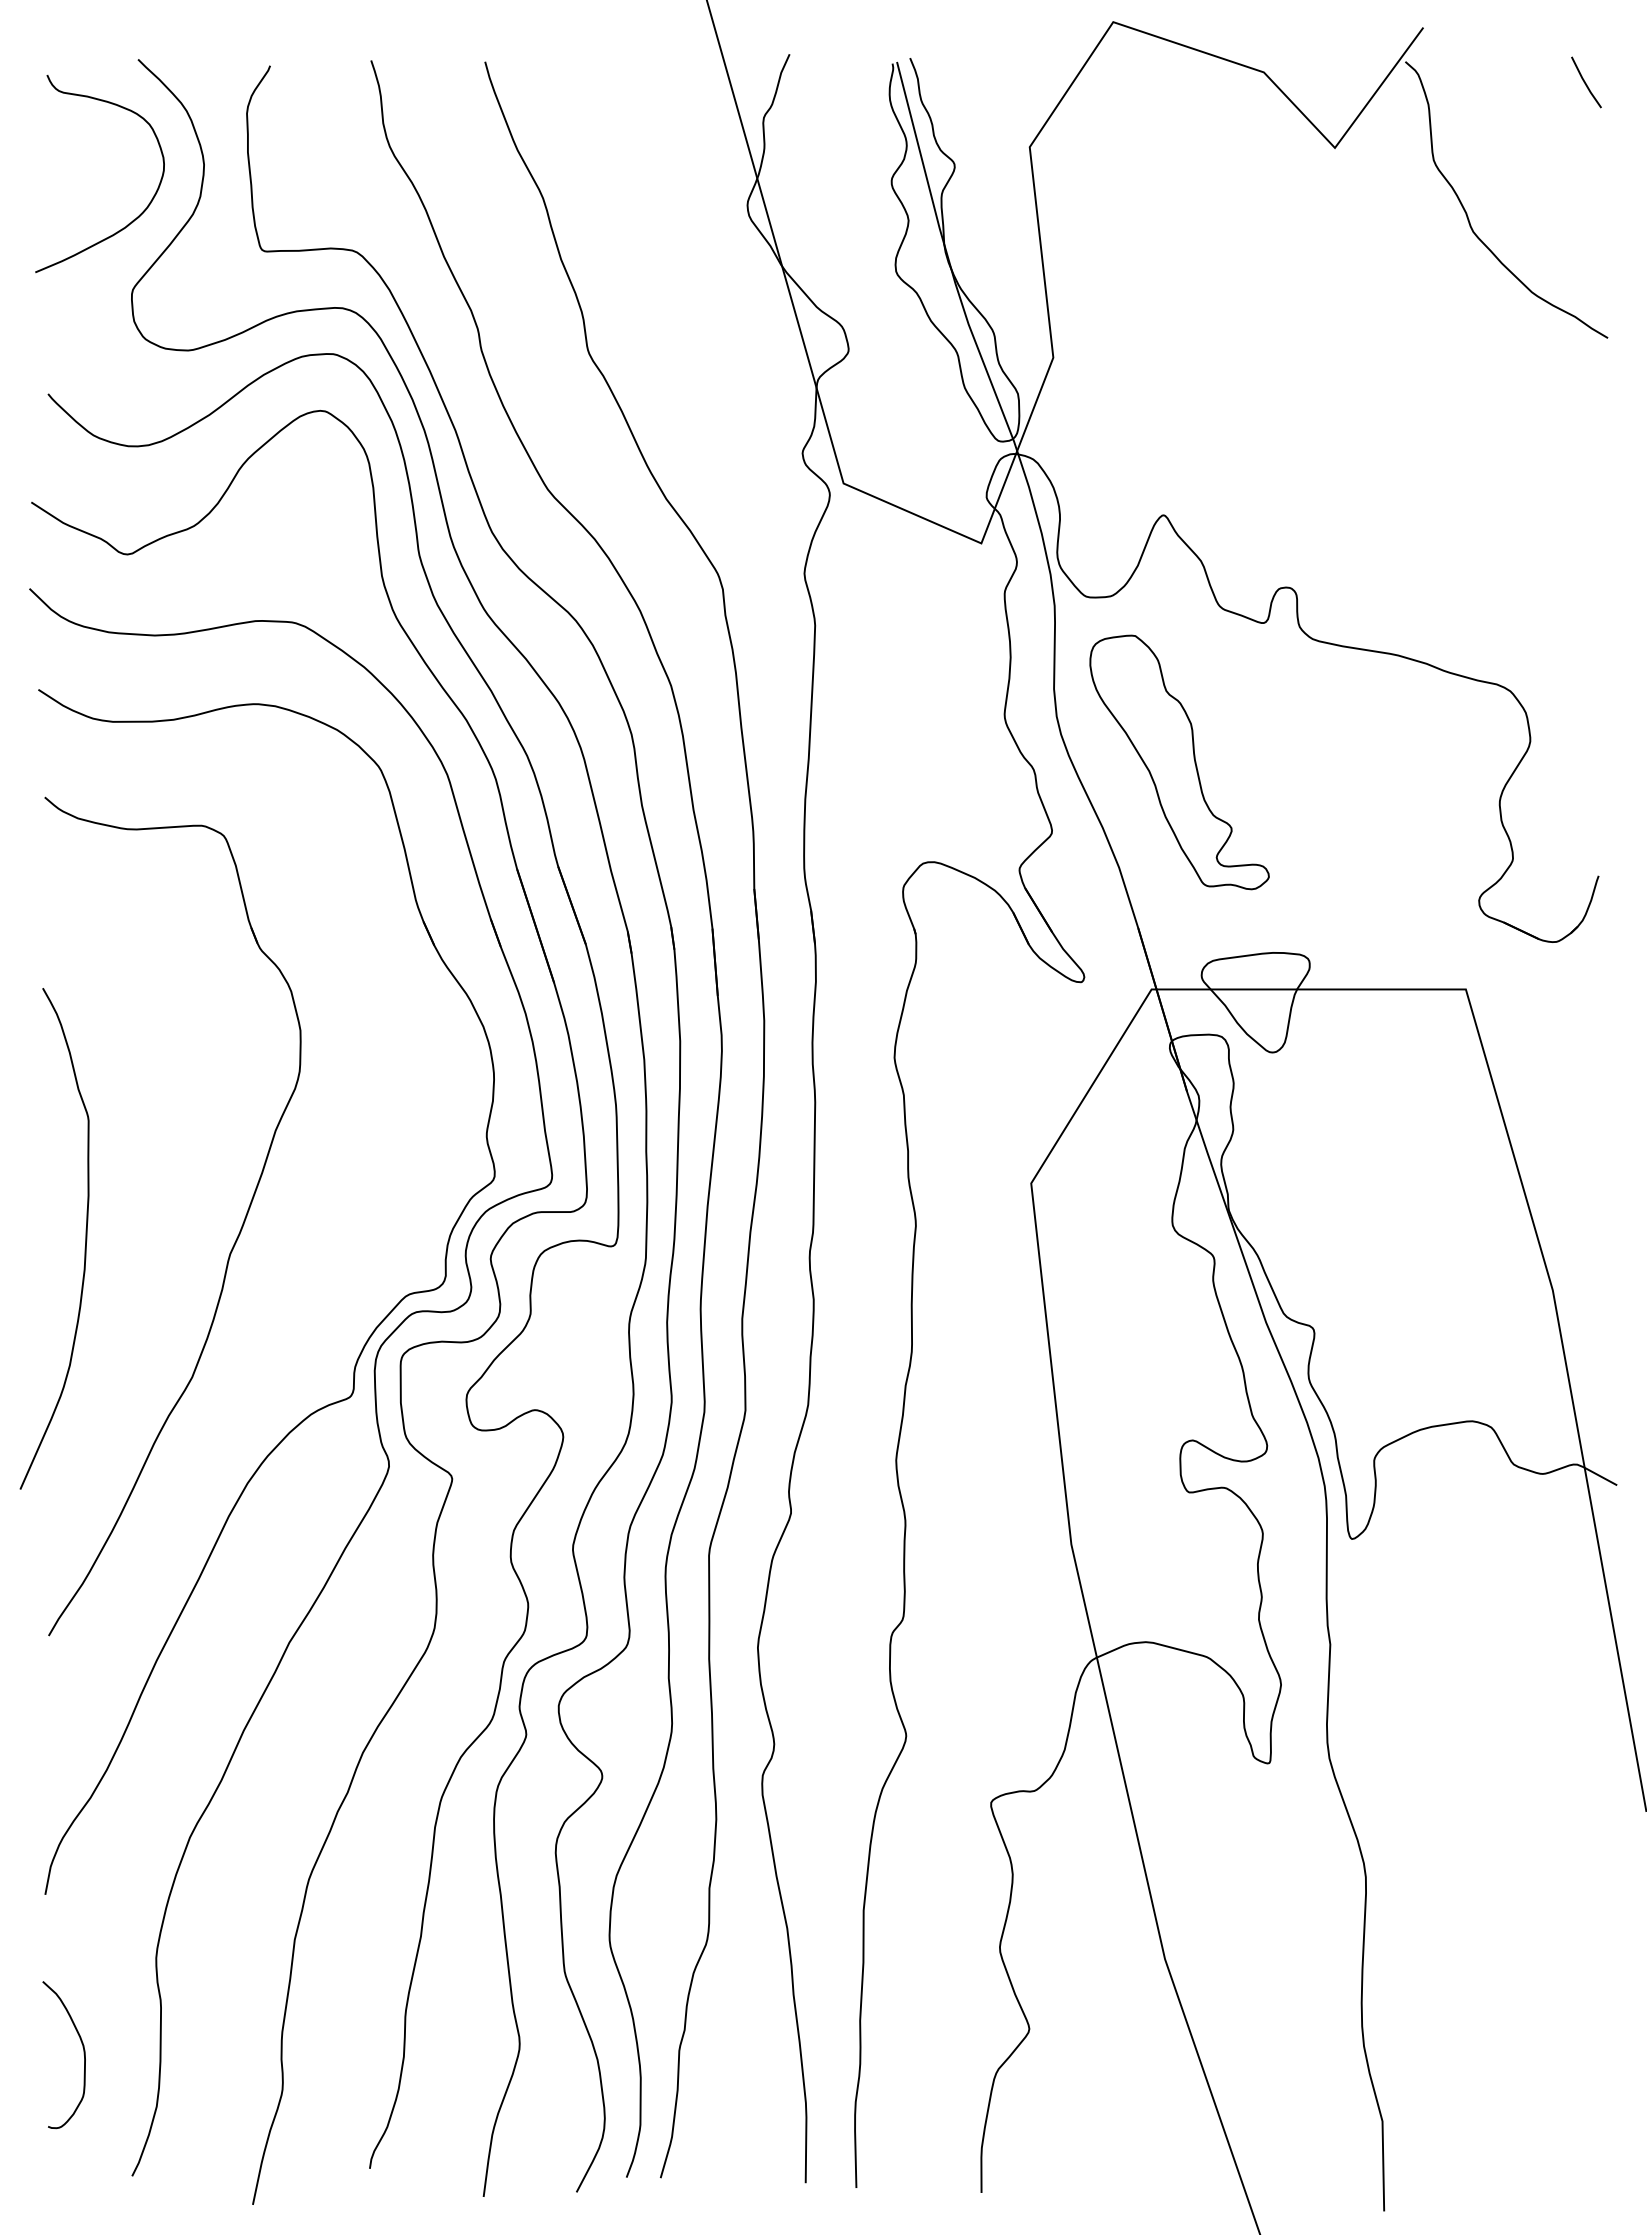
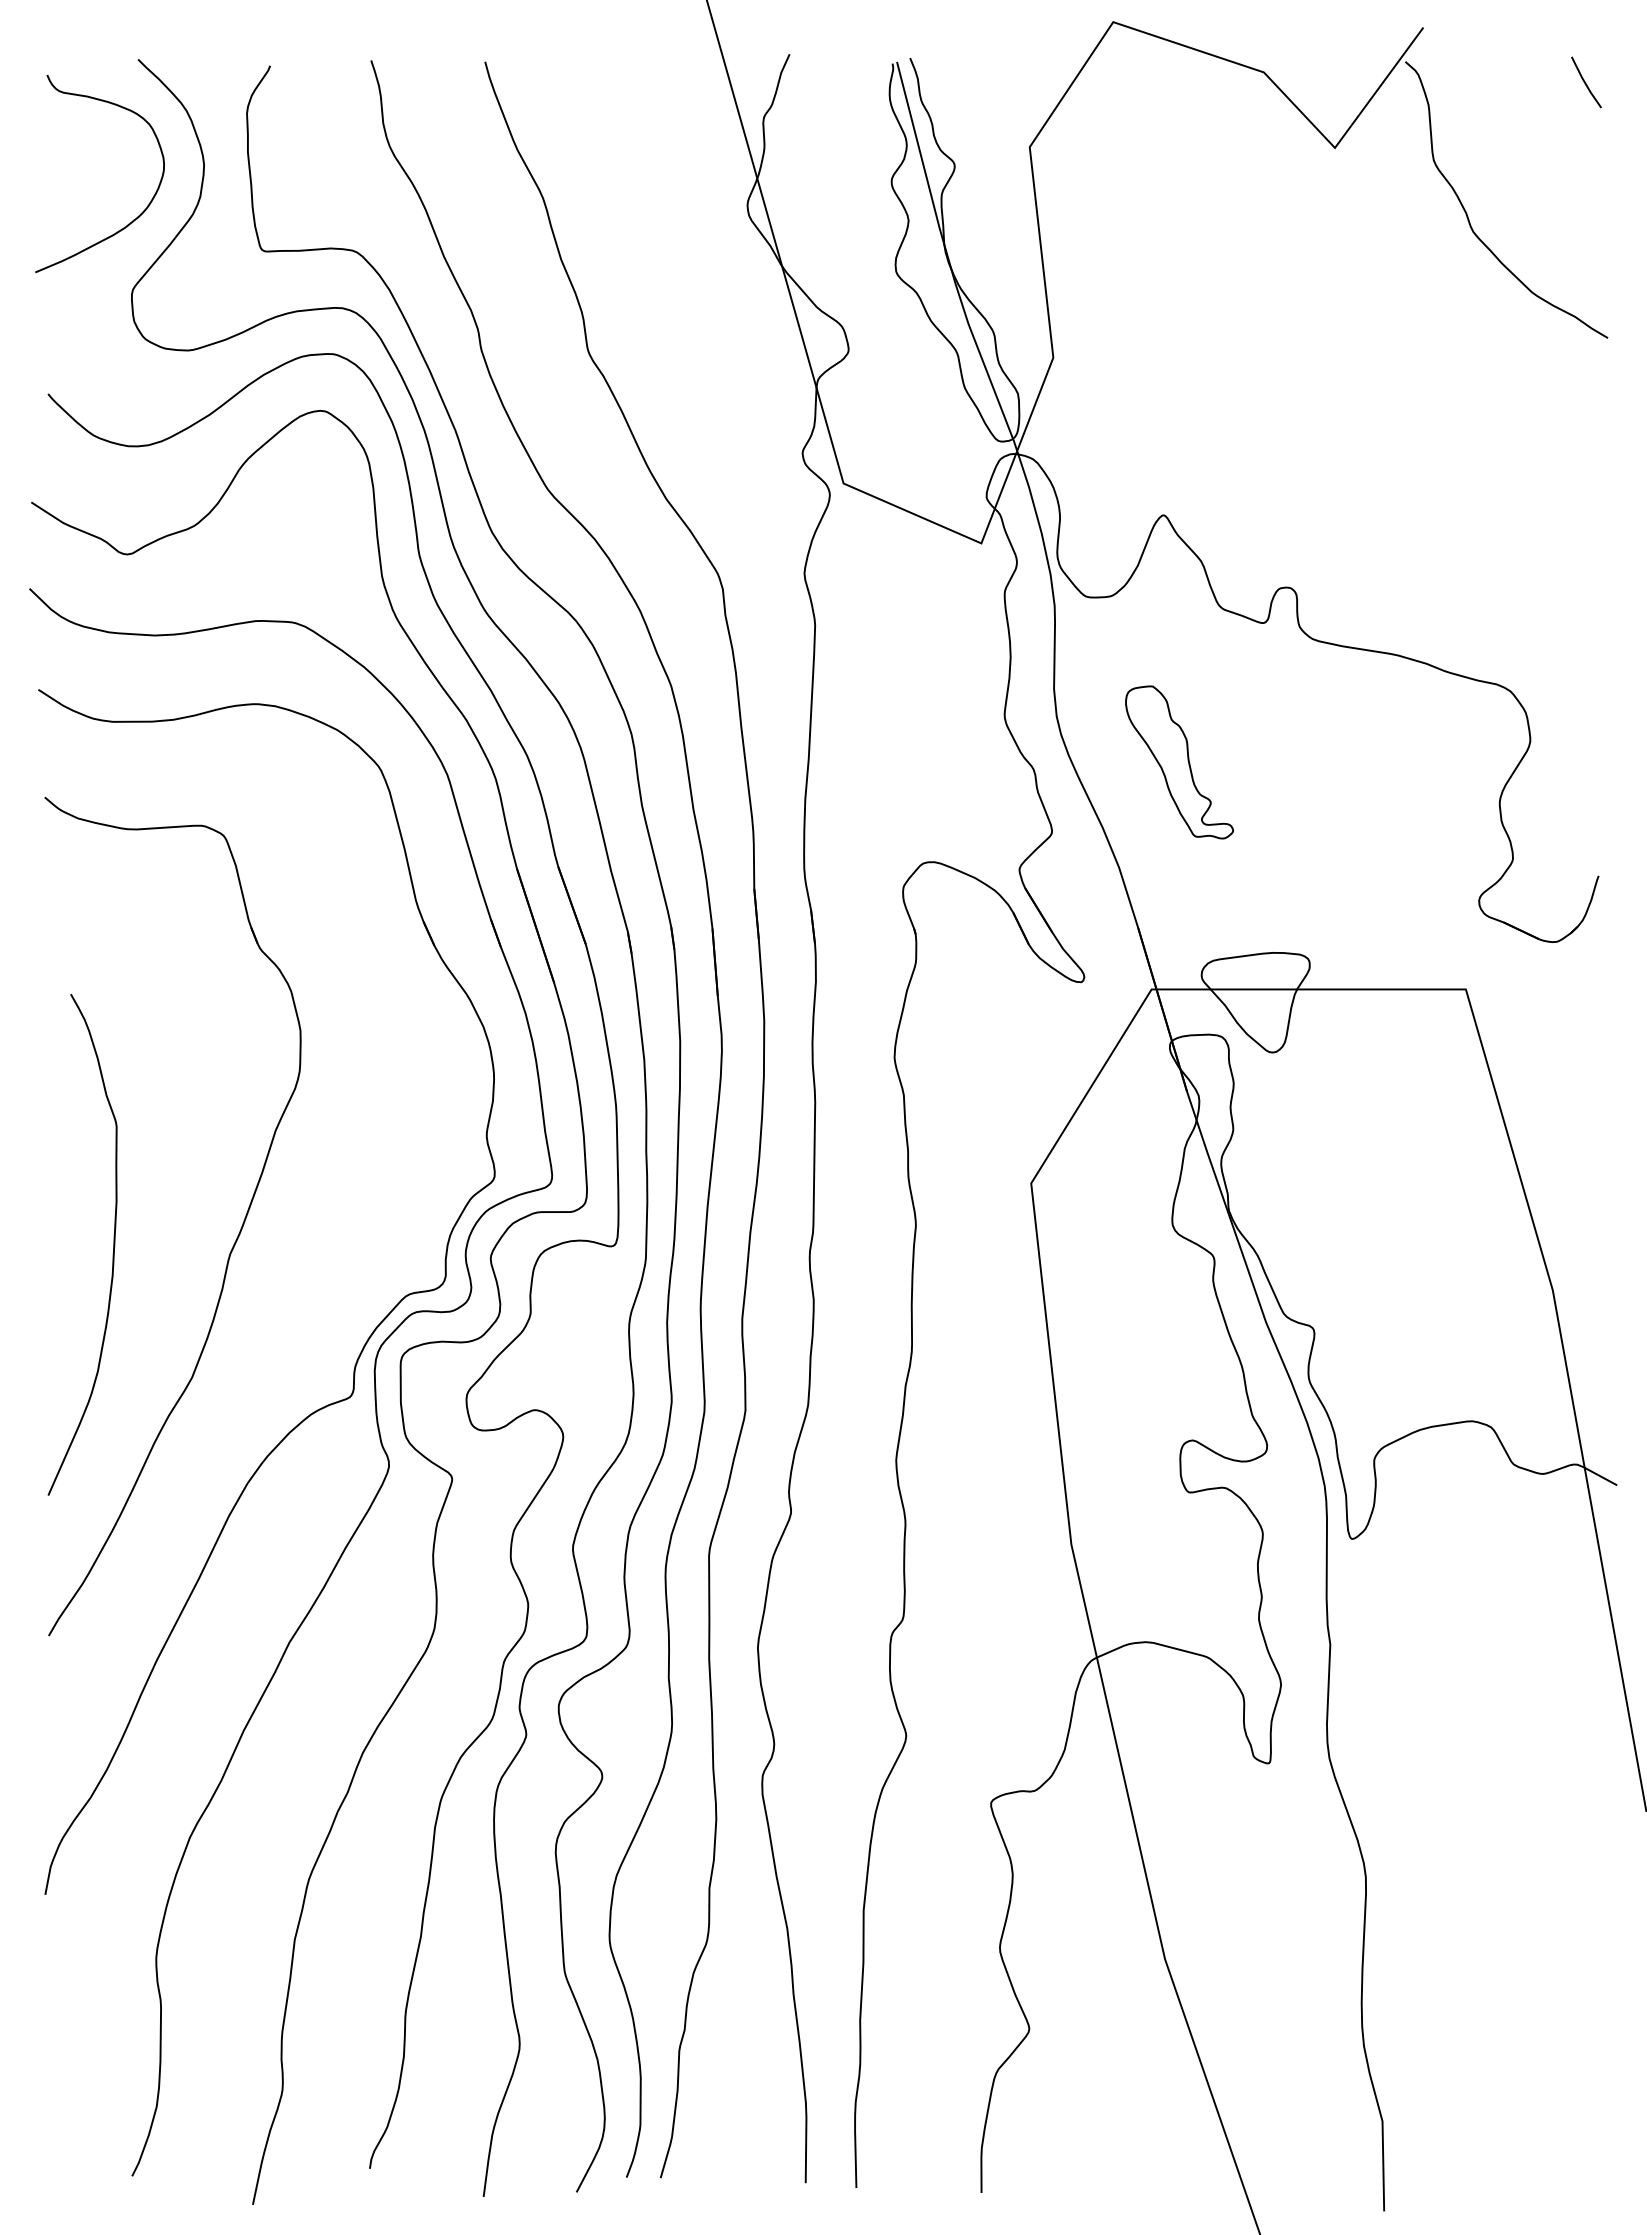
part at (1179, 762) size: 181x257 px -> 109x155 px
curve at (85, 1238) position: (85, 1238) -> (113, 1244)
curve at (83, 2054): present -> none
